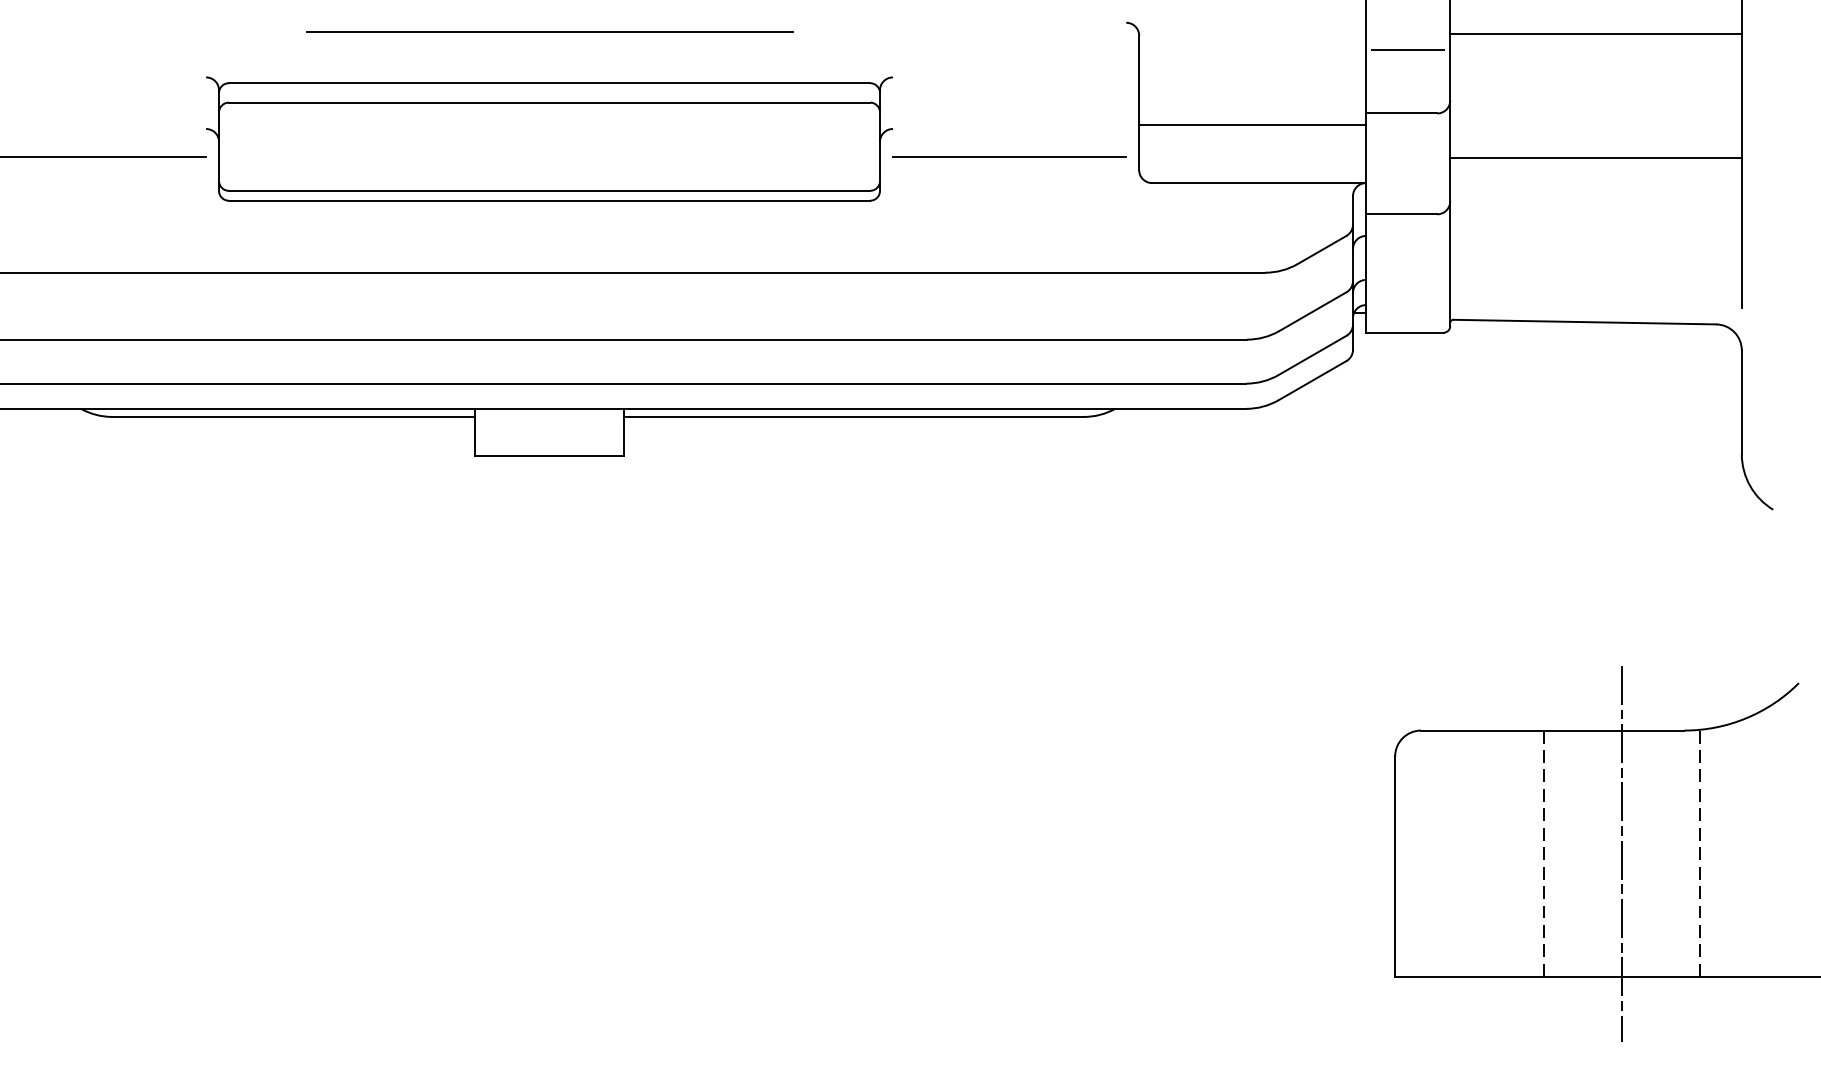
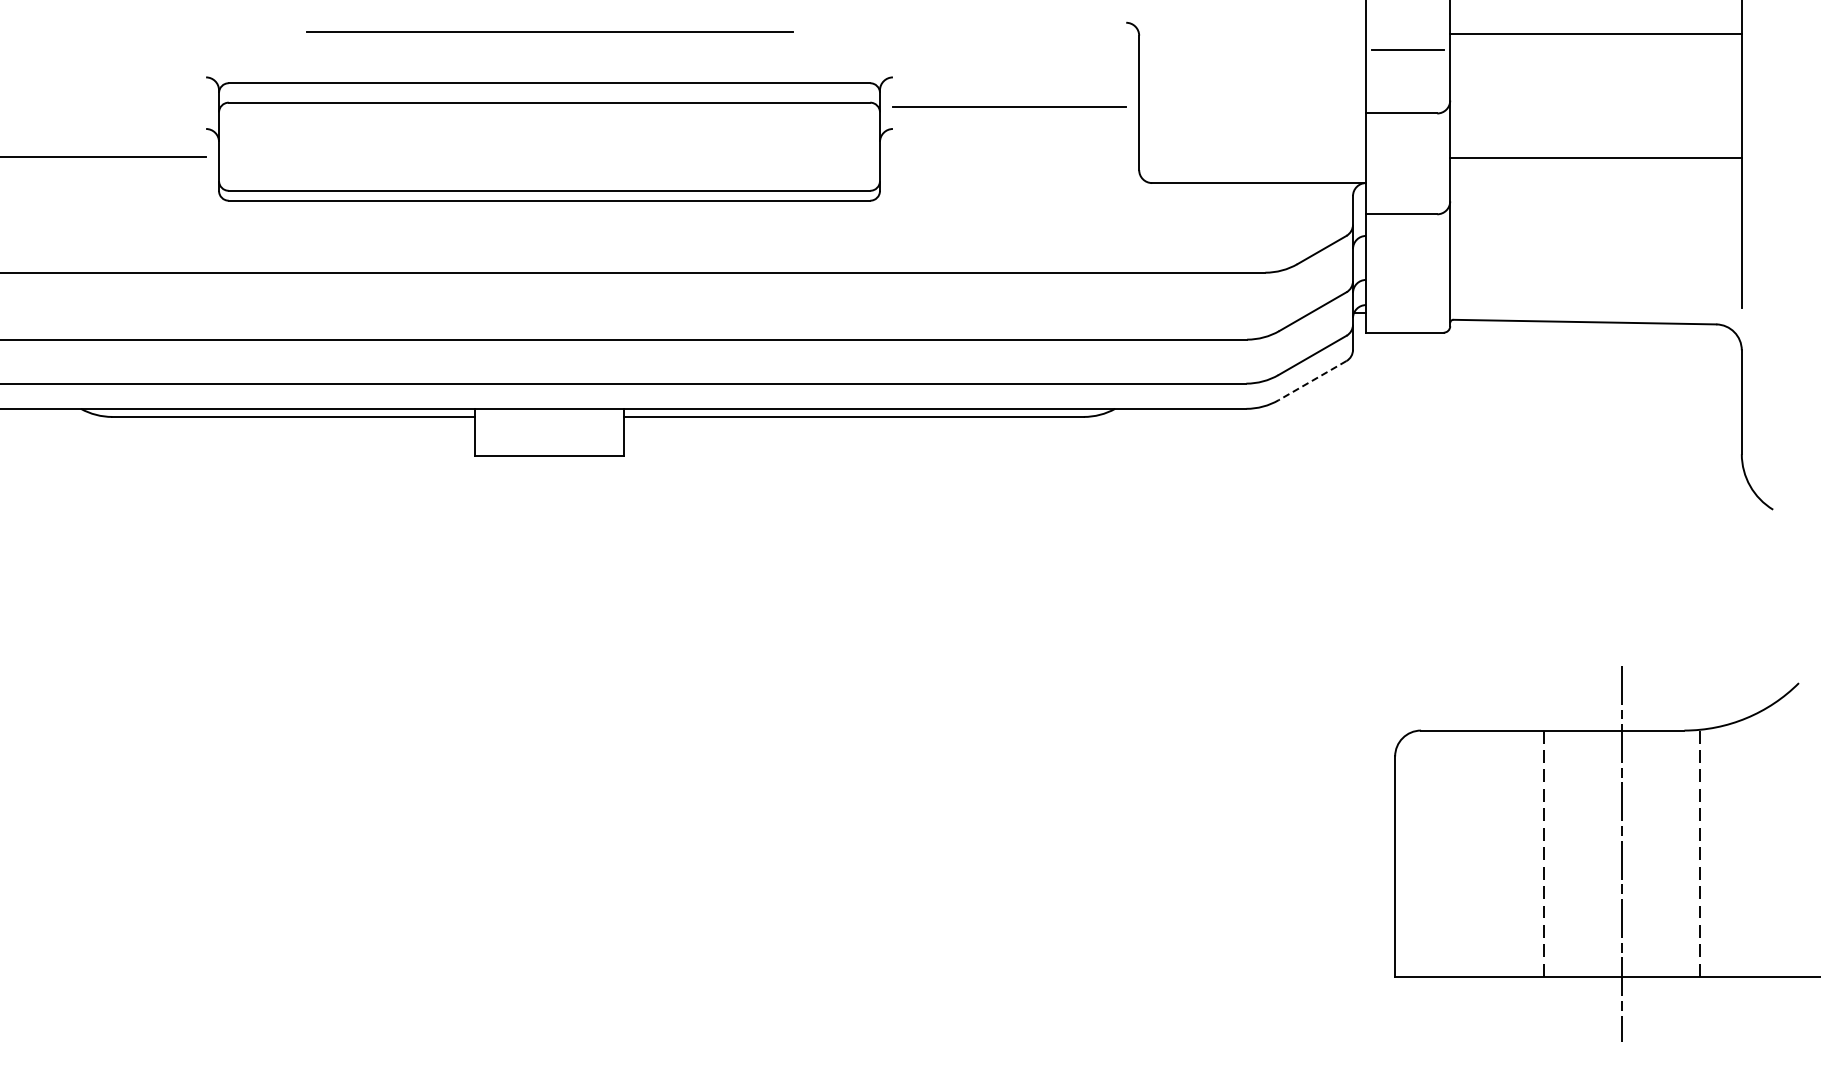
line at (1252, 124): present -> none
line at (1009, 156) position: (1009, 156) -> (1009, 106)
line at (1312, 380): solid -> dashed
